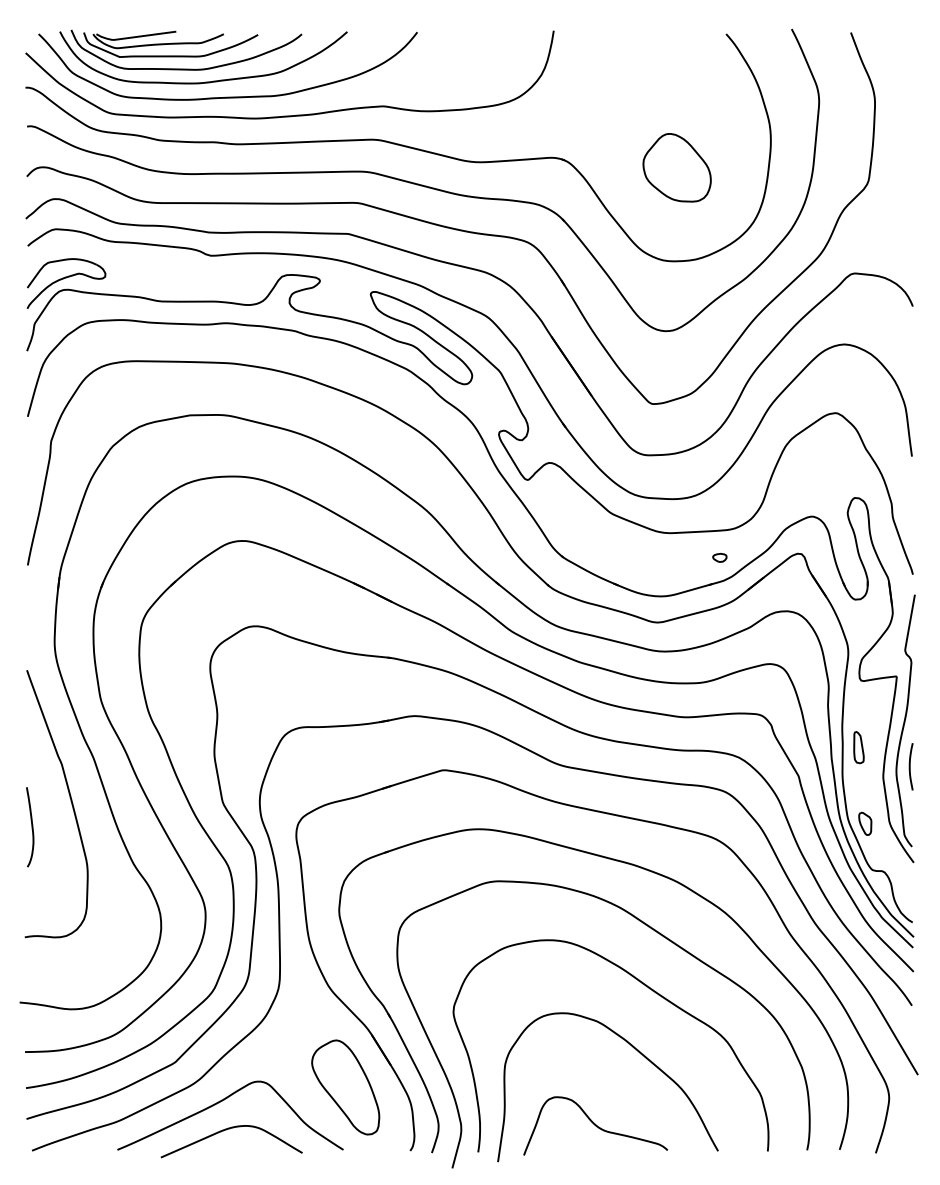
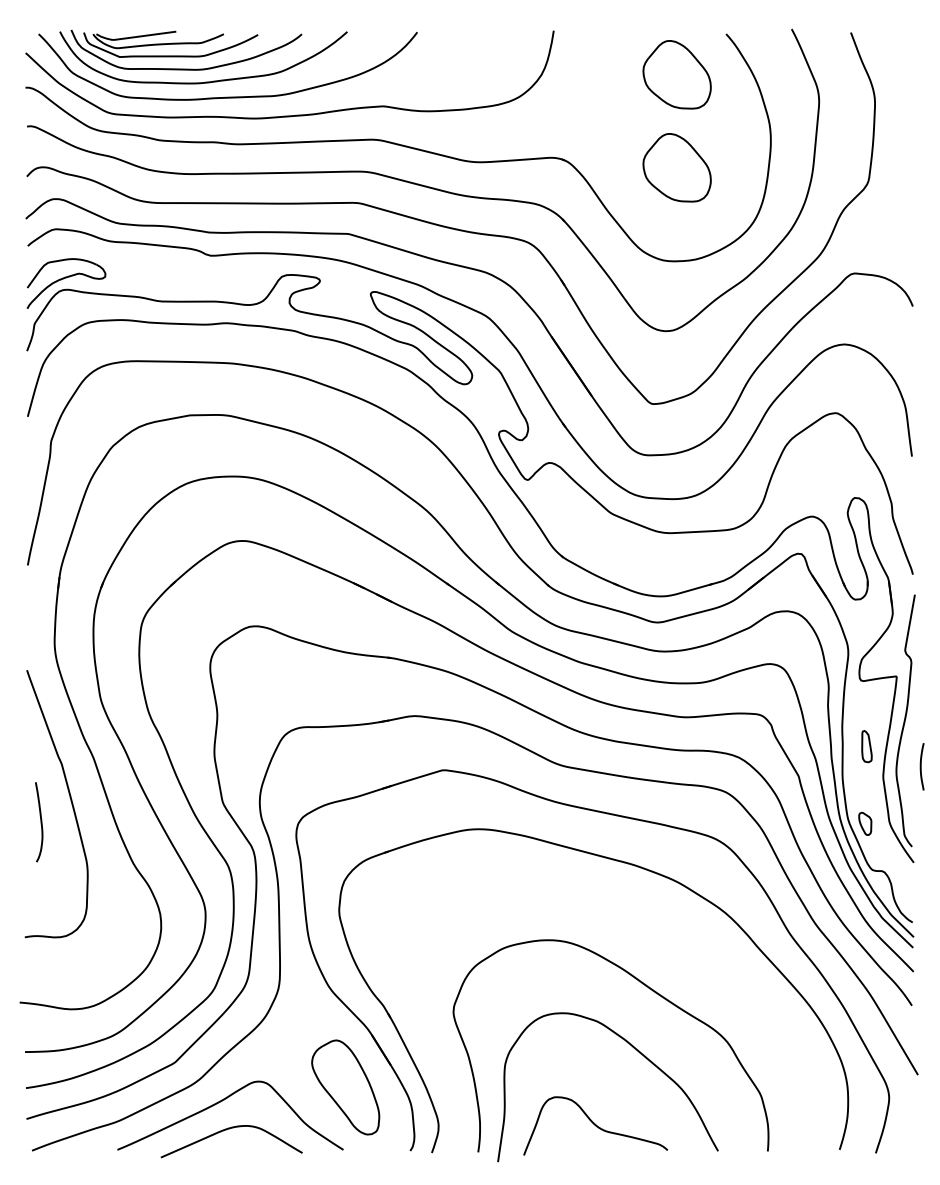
part at (676, 74): none -> present
part at (719, 557): present -> none
part at (858, 747) position: (858, 747) -> (866, 746)
curve at (910, 766) position: (910, 766) -> (921, 766)
curve at (31, 827) position: (31, 827) -> (40, 822)
curve at (663, 937): present -> none
